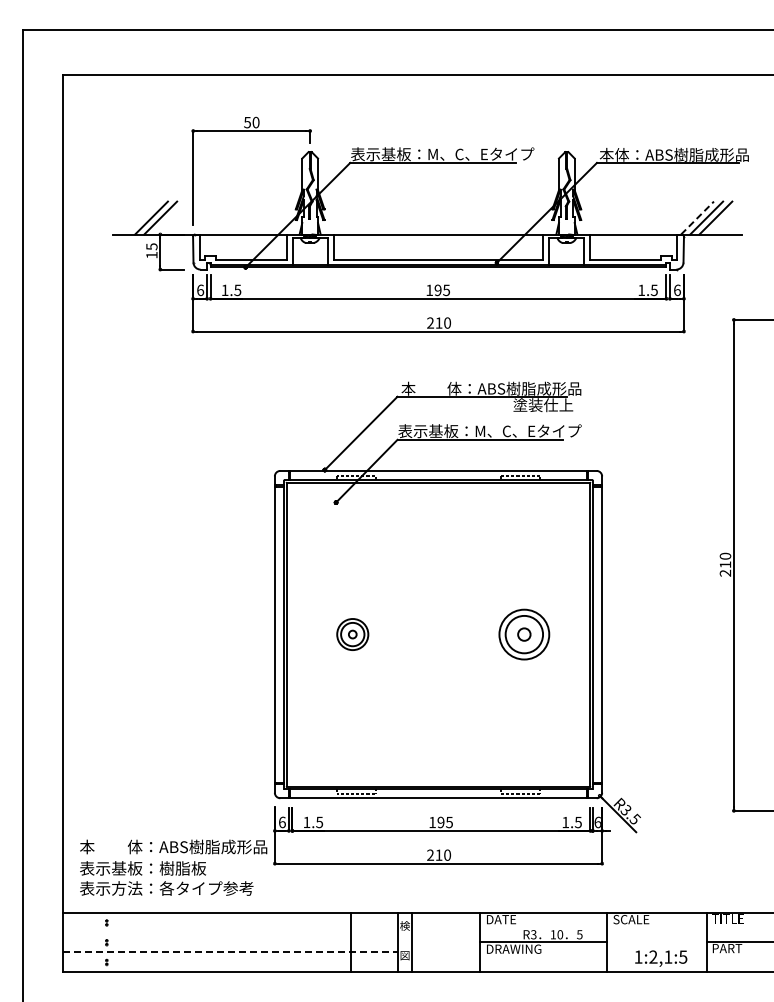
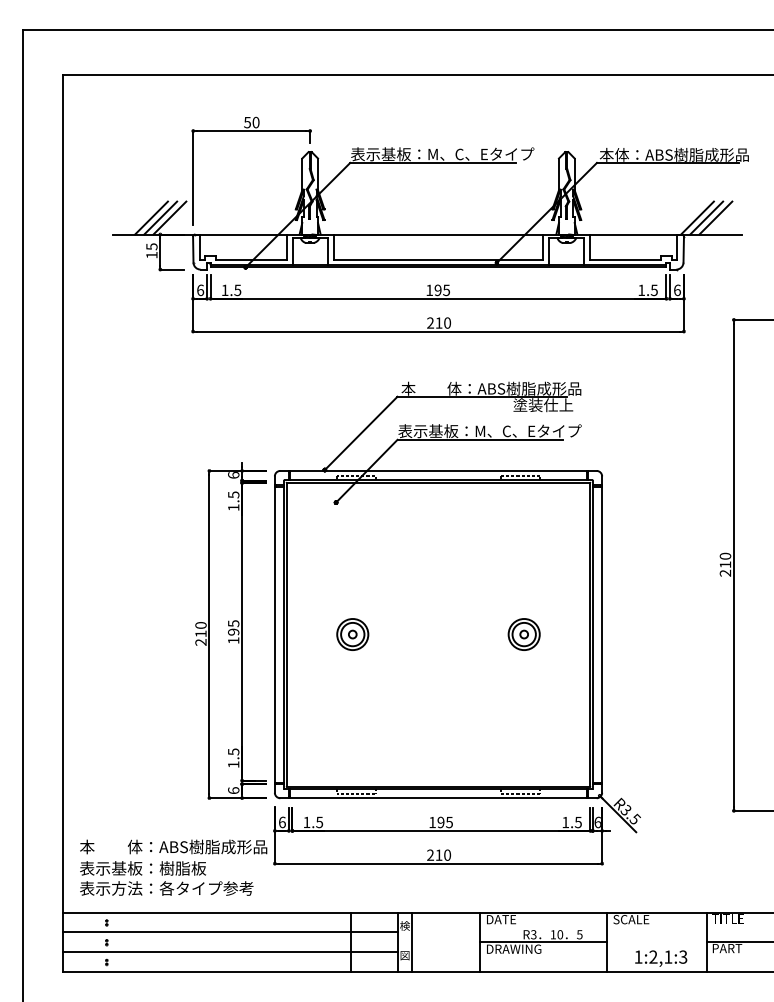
line at (169, 217): none -> present
line at (697, 217): dashed -> solid
part at (230, 630): none -> present
part at (524, 634) size: 53x53 px -> 34x33 px
line at (230, 932): none -> present
line at (230, 952): dashed -> solid
text at (683, 956): 1:2,1:5 -> 1:2,1:3
